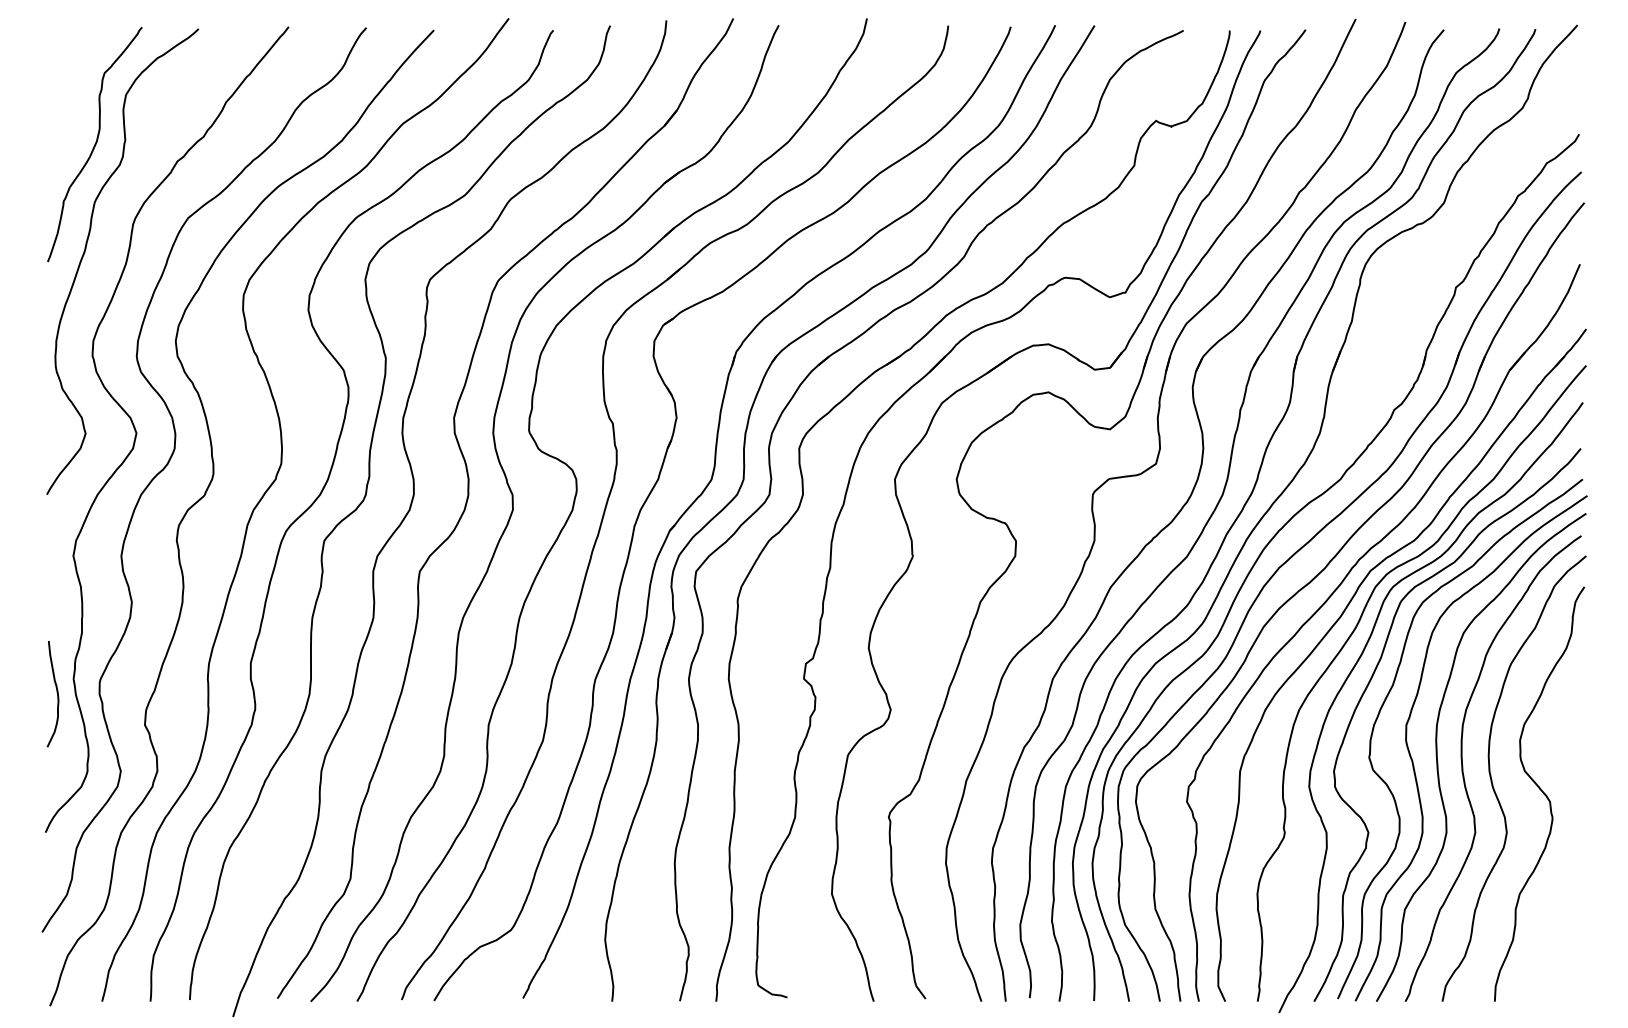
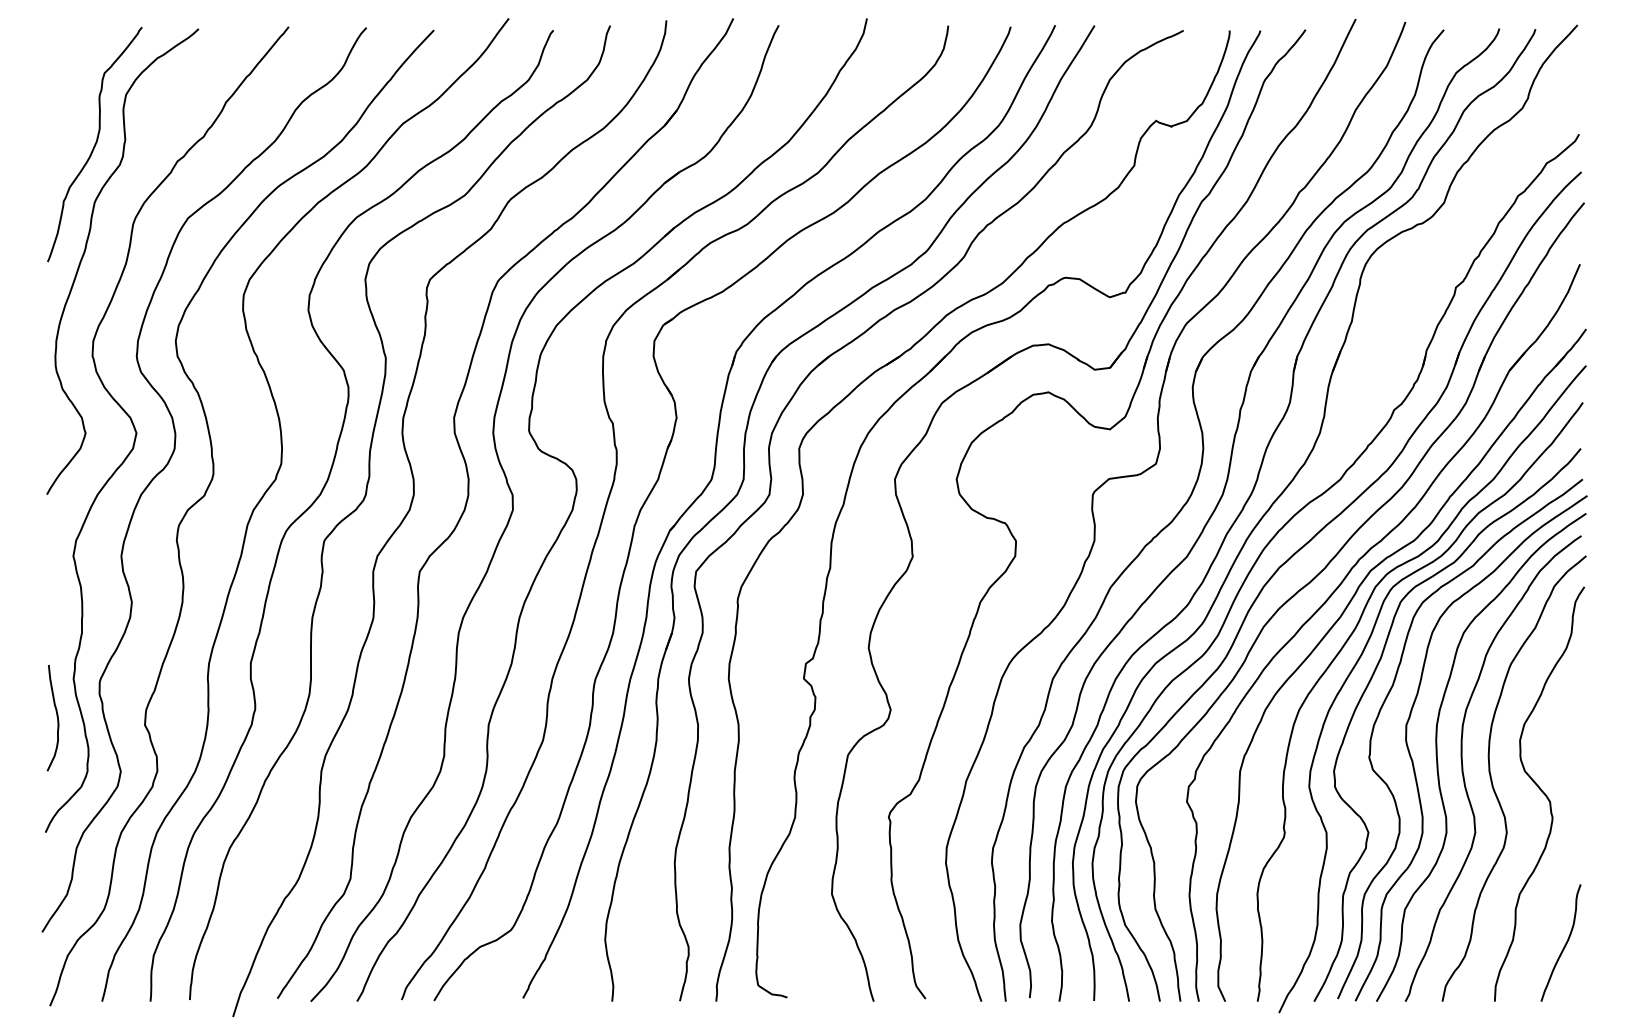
curve at (56, 692) position: (56, 692) -> (56, 716)
curve at (1564, 944): none -> present
